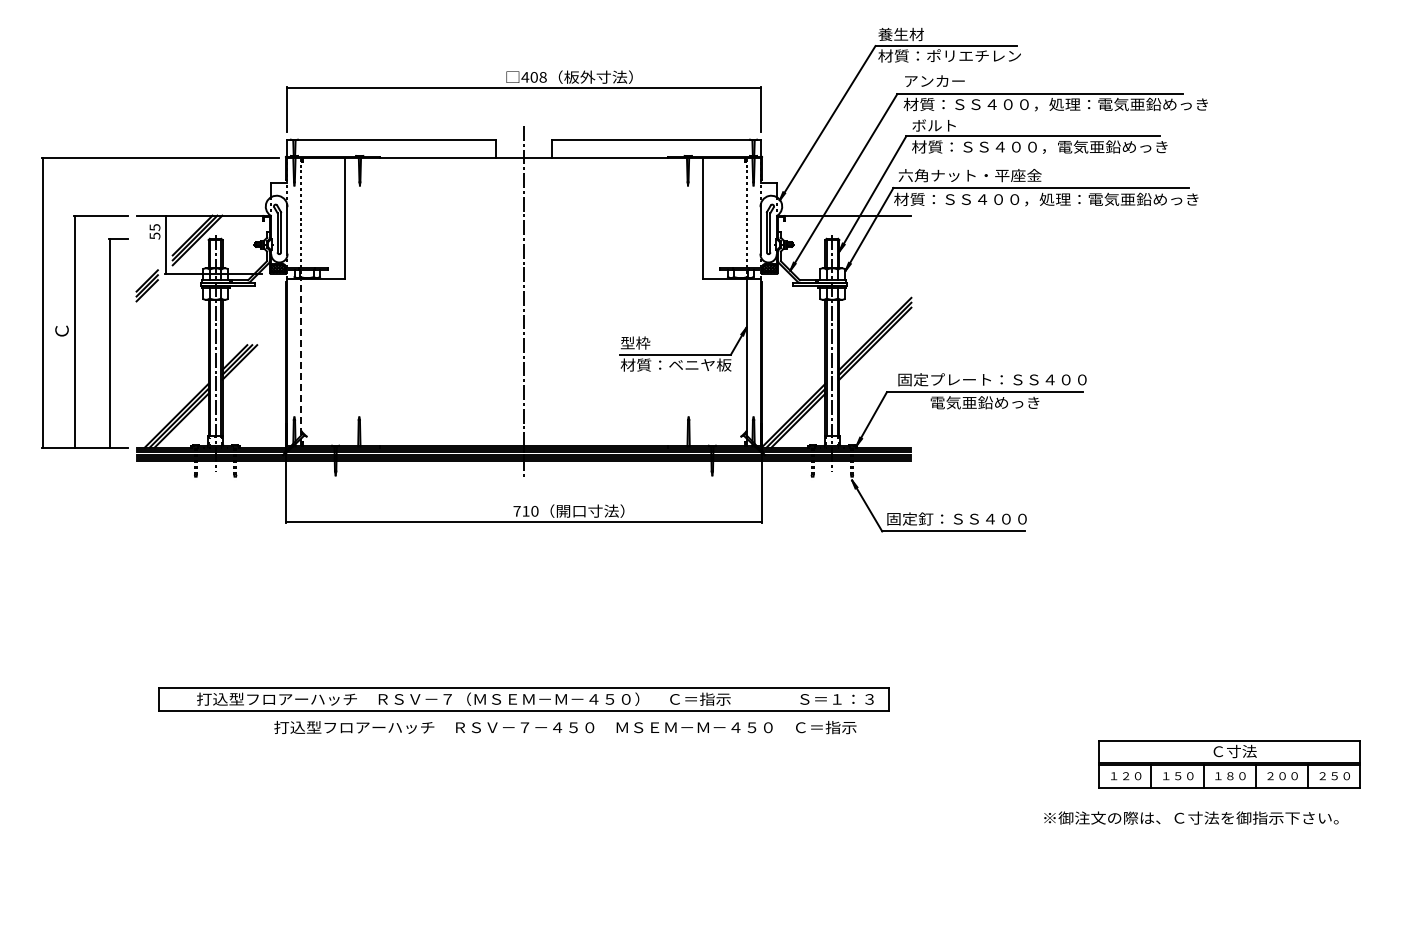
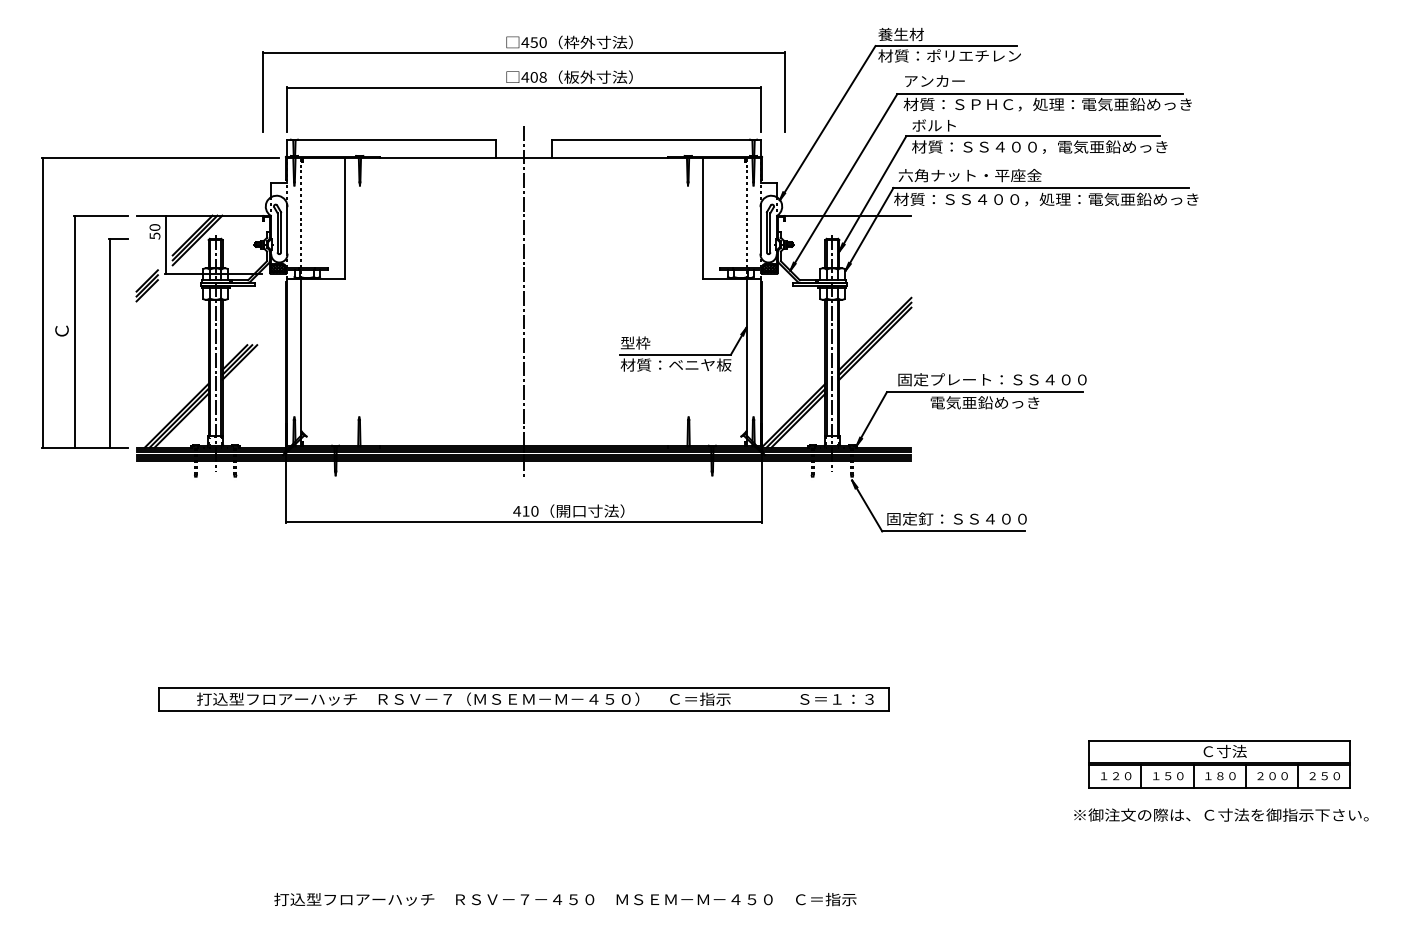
part at (523, 53): none -> present
text at (1089, 104): 材質：ＳＳ４００，処理：電気亜鉛めっき -> 材質：ＳＰＨＣ，処理：電気亜鉛めっき
text at (154, 227): 55 -> 50
line at (301, 362): dashed -> solid
text at (517, 511): 710 -> 410
text at (565, 727) position: (565, 727) -> (565, 899)
part at (1229, 764) position: (1229, 764) -> (1219, 764)
text at (1191, 817) position: (1191, 817) -> (1221, 814)
